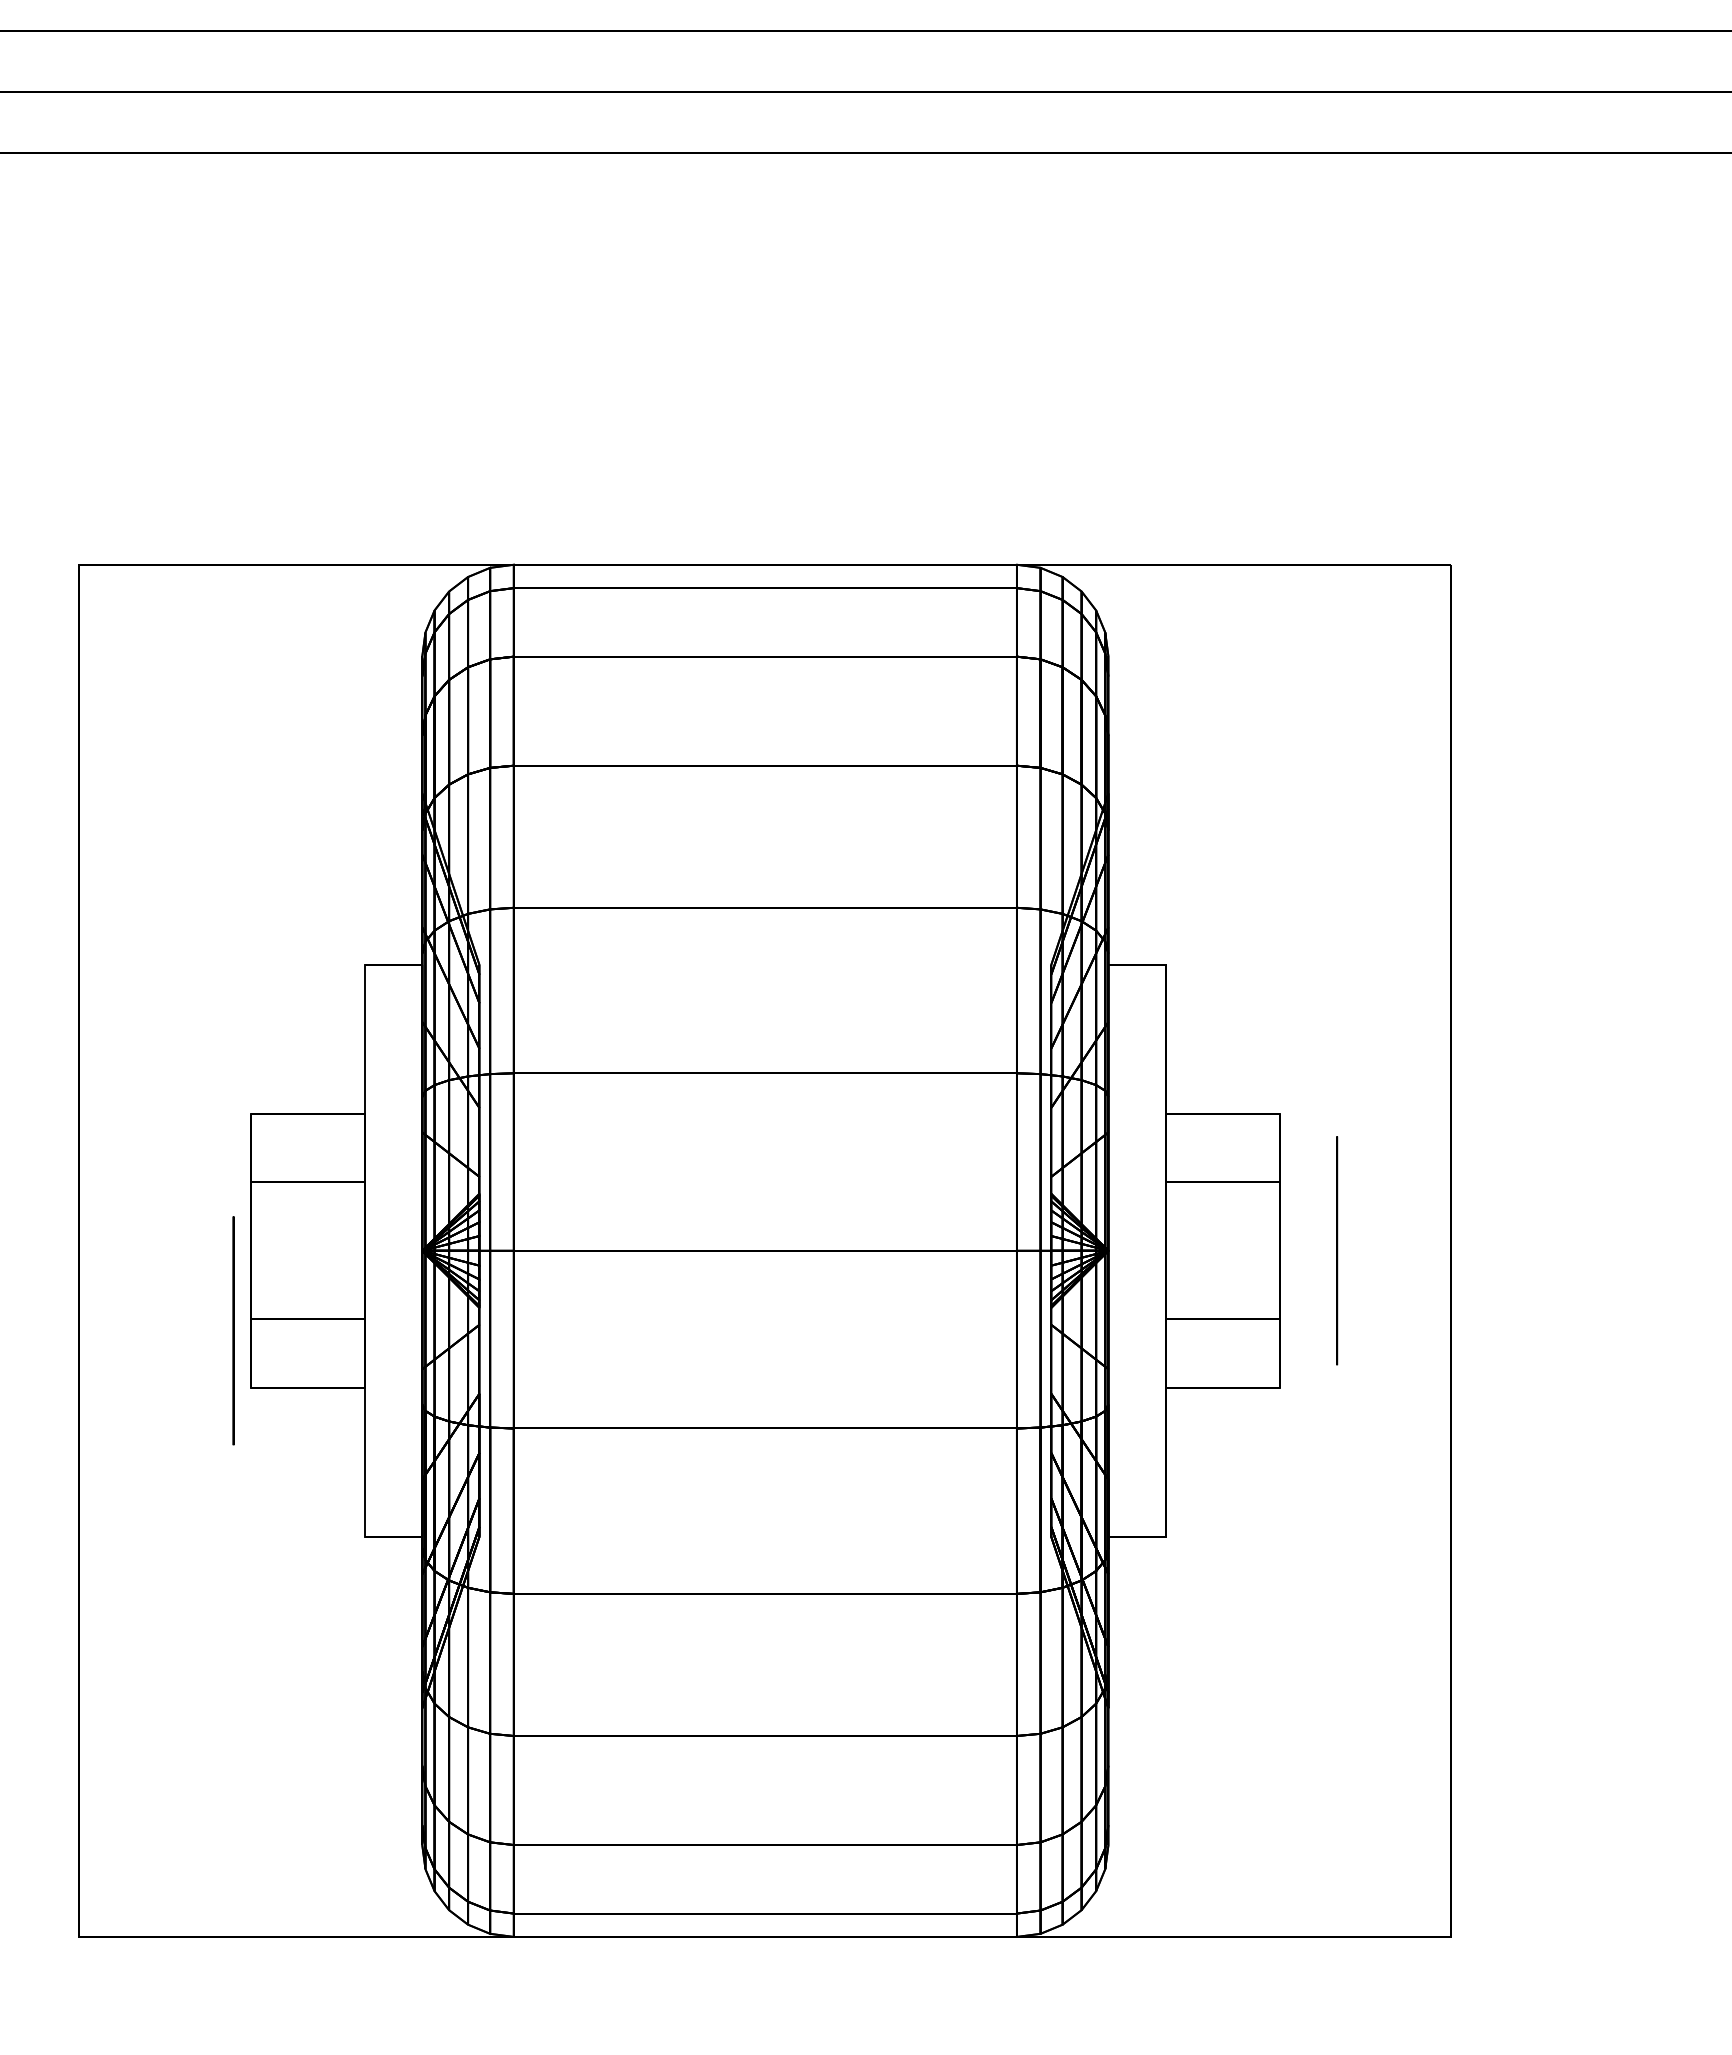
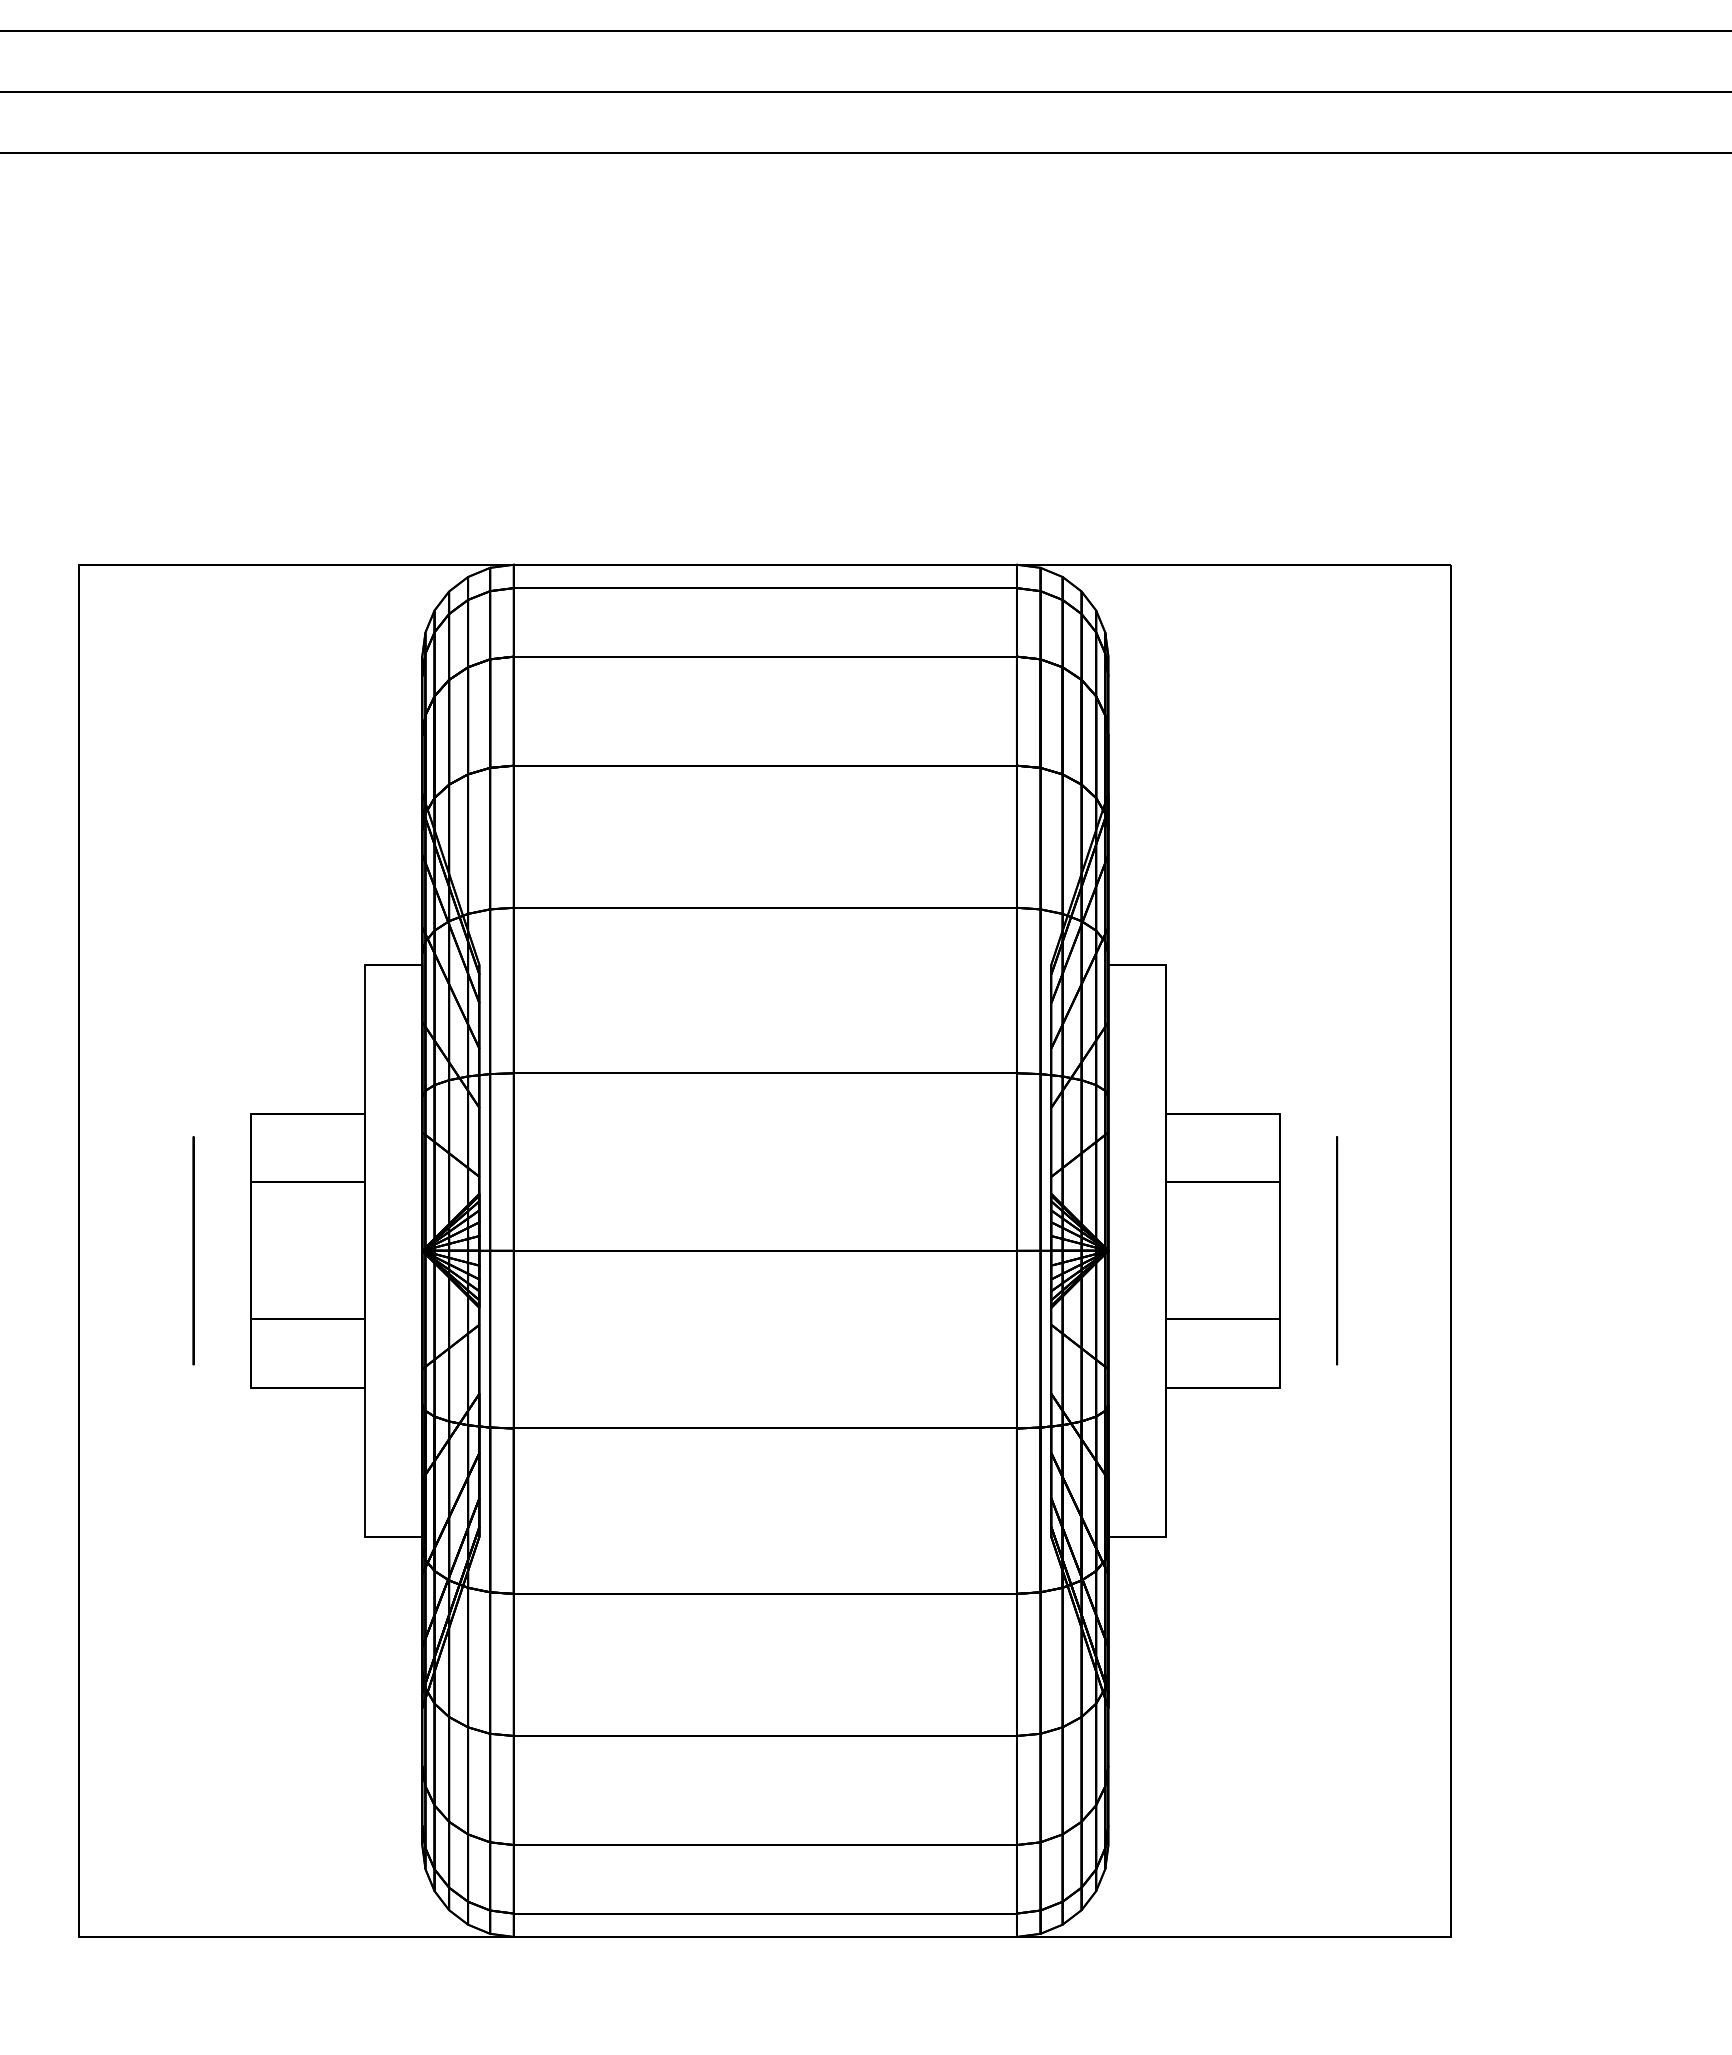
circle at (233, 1330) position: (233, 1330) -> (193, 1250)
